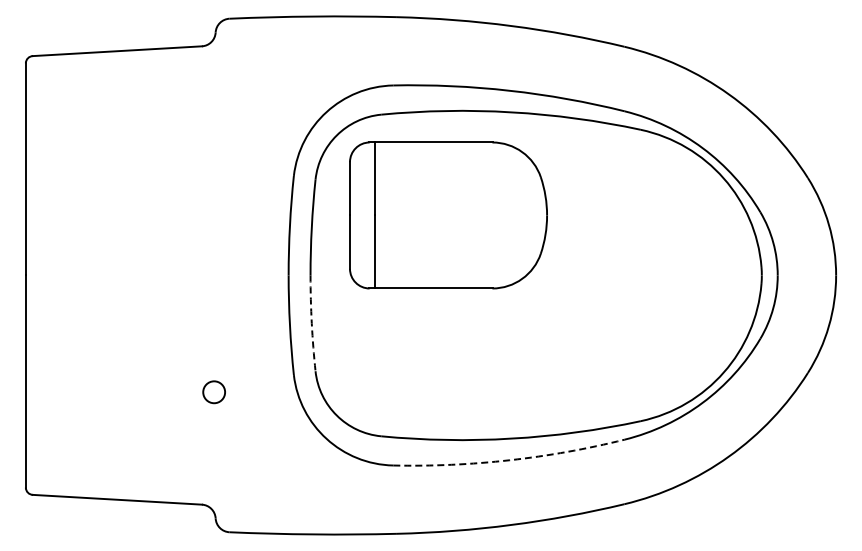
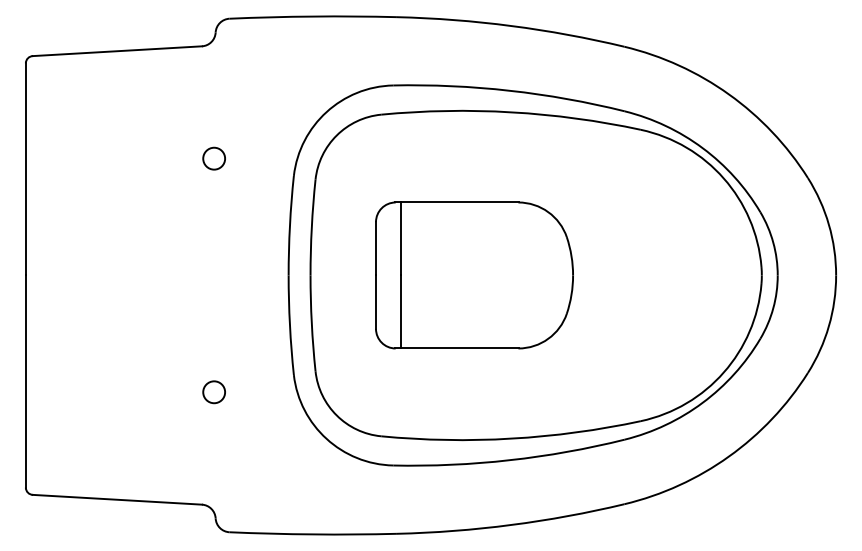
circle at (213, 158): none -> present
part at (448, 215) position: (448, 215) -> (474, 275)
arc at (311, 323): dashed -> solid
arc at (509, 460): dashed -> solid
